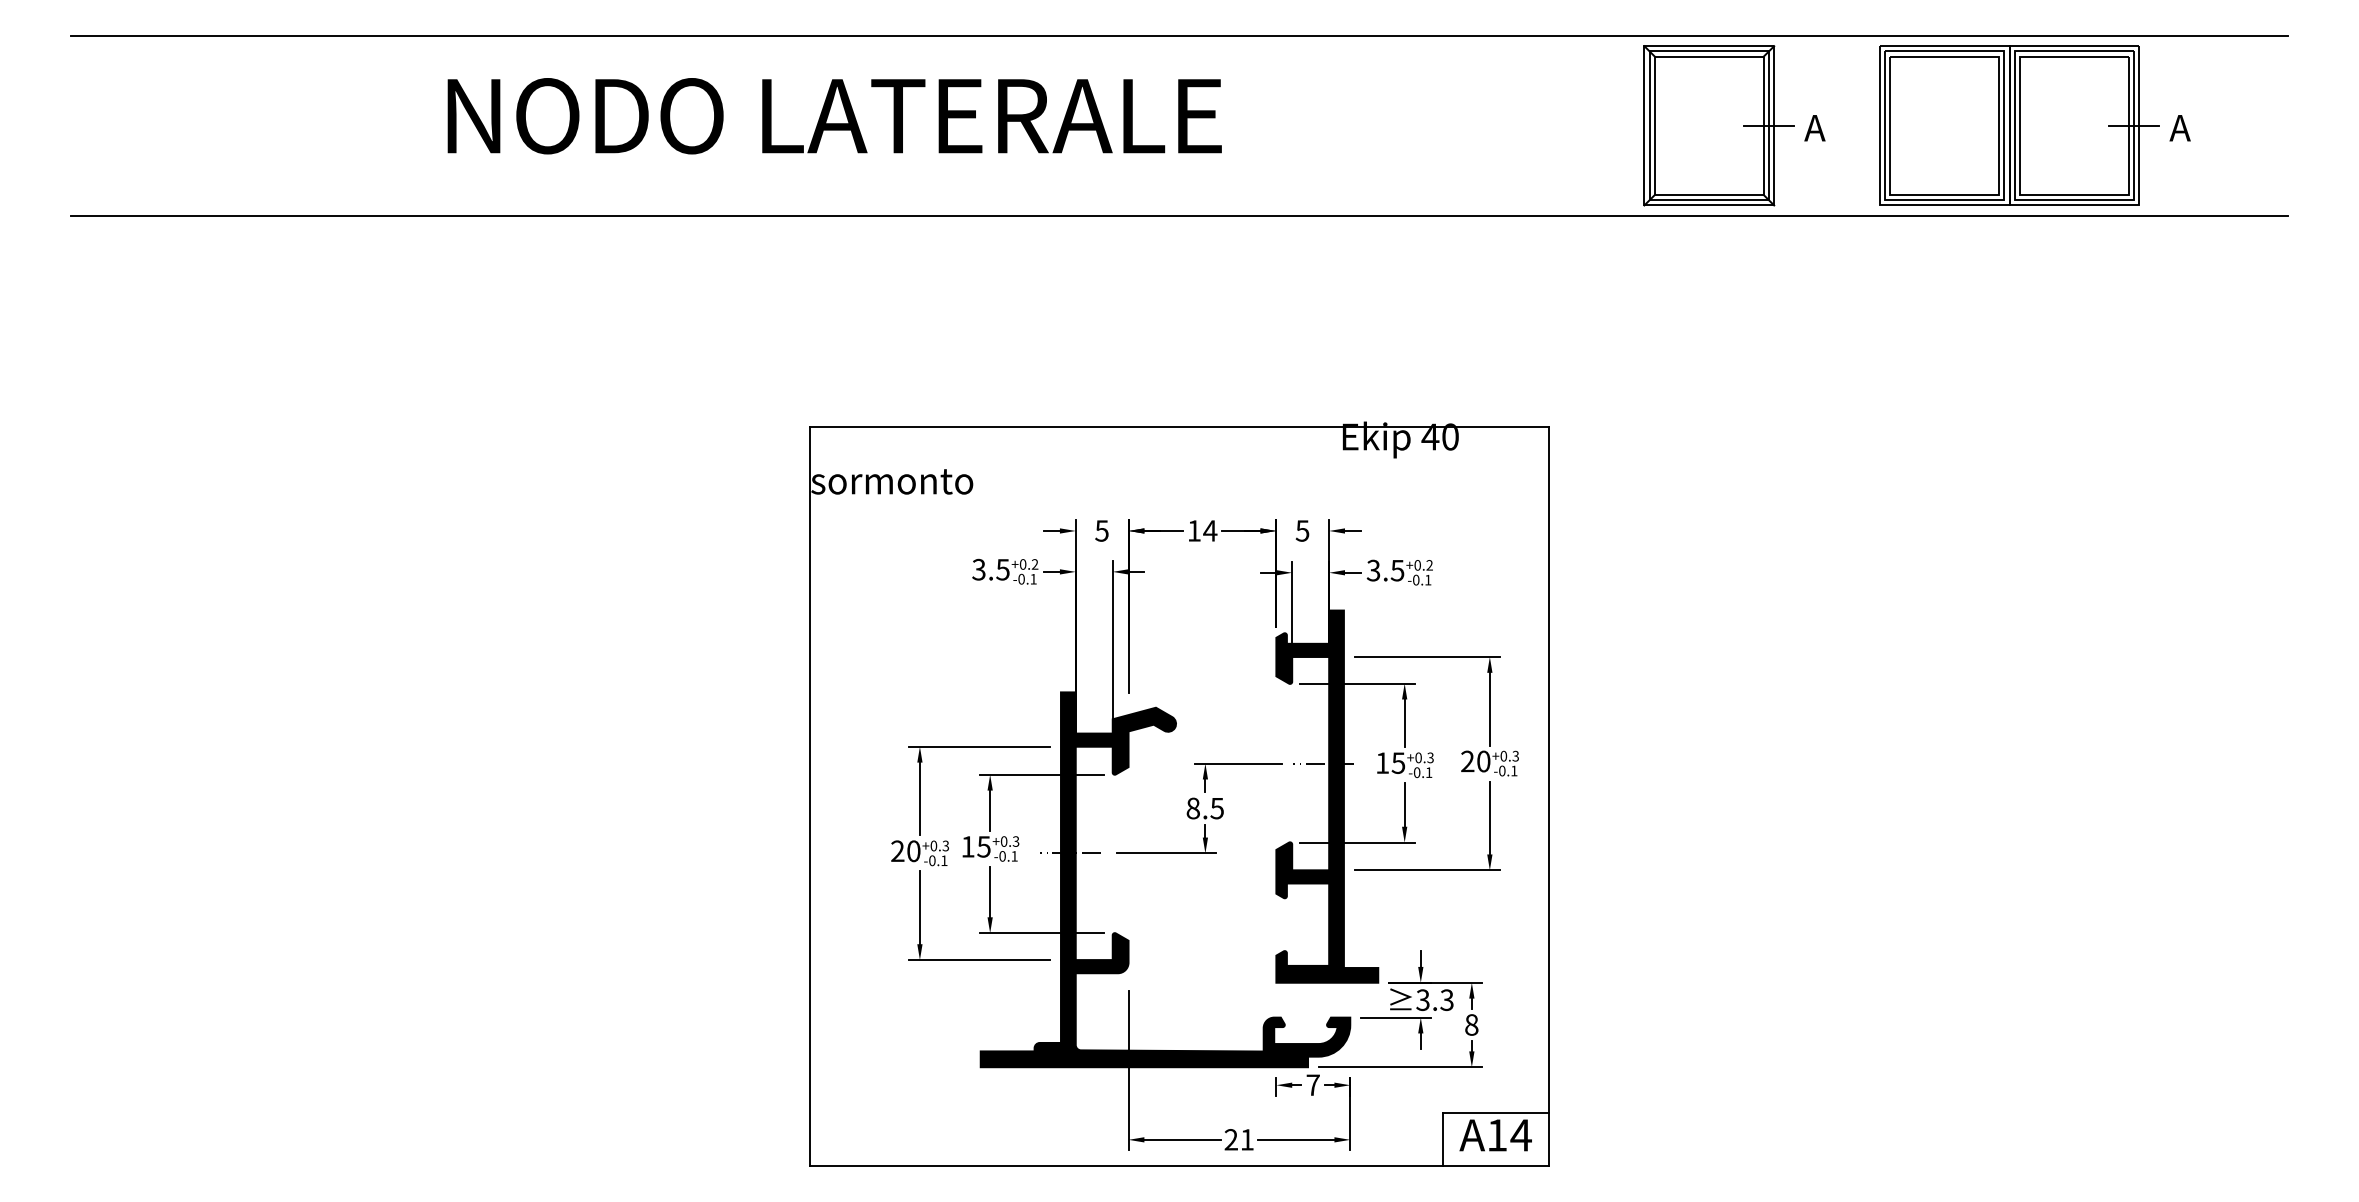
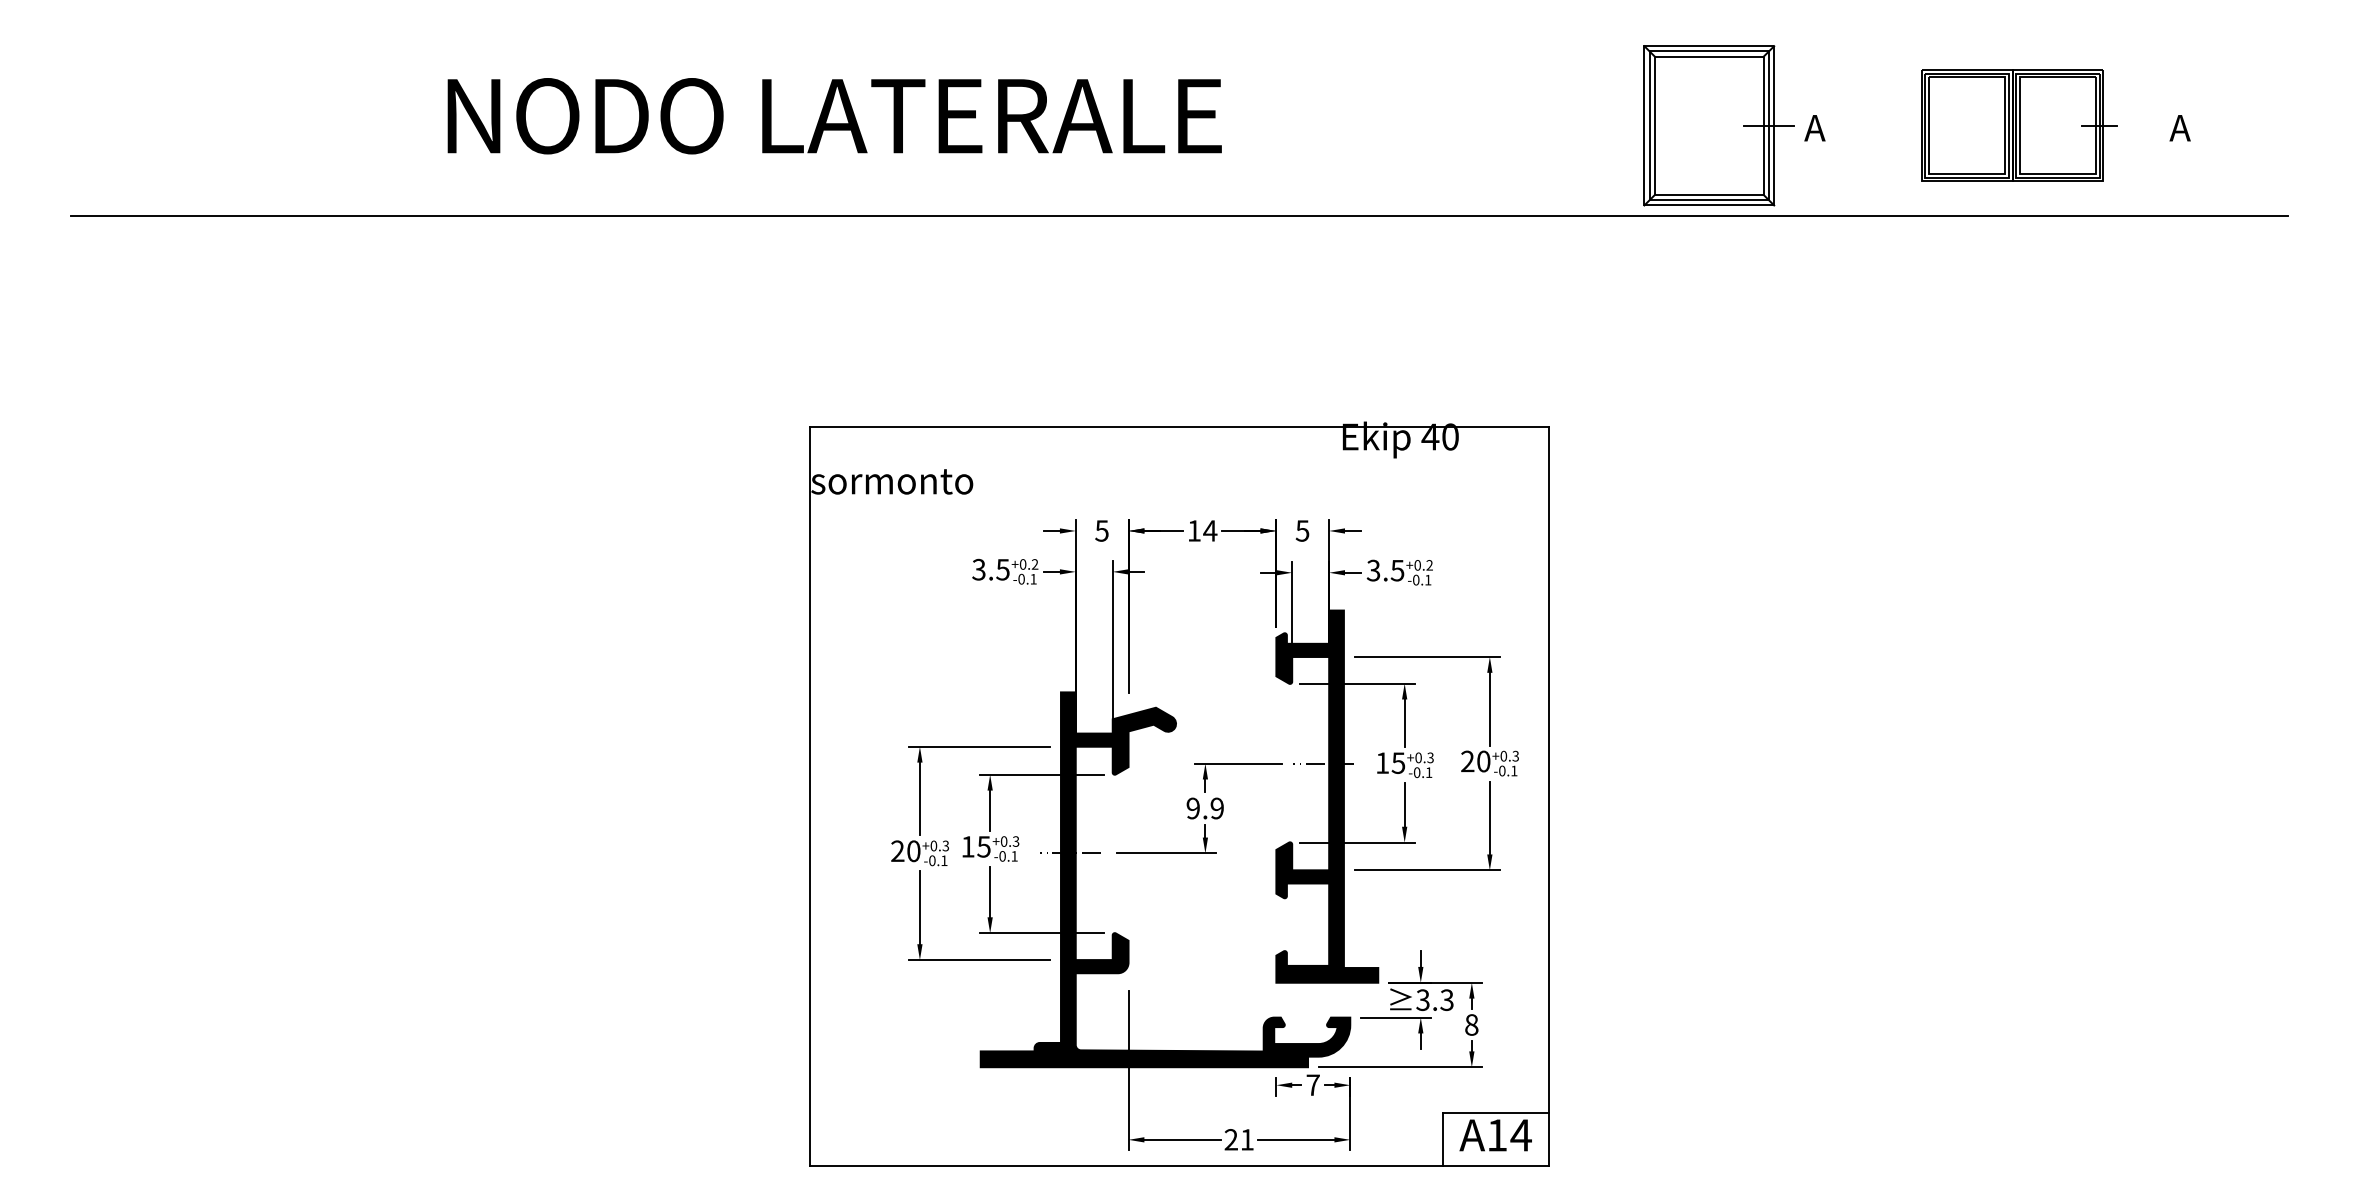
line at (1179, 36): present -> none
part at (2019, 125) size: 281x161 px -> 197x113 px
text at (1204, 808): 8.5 -> 9.9
